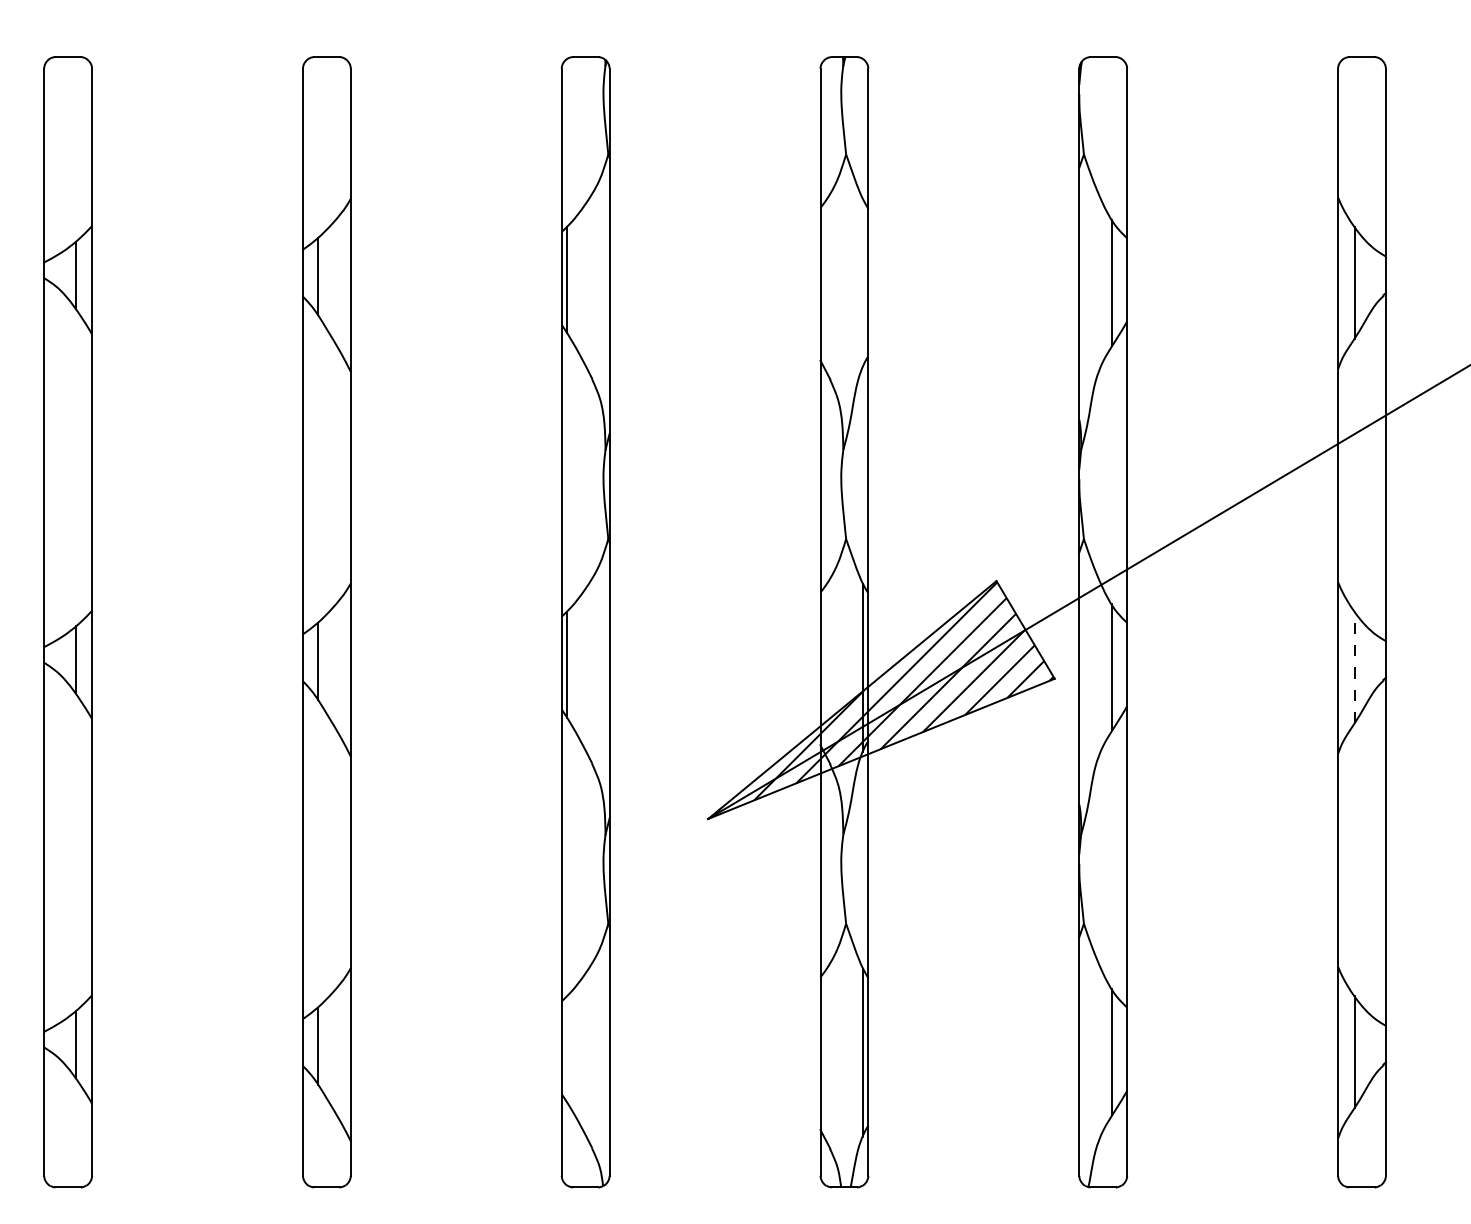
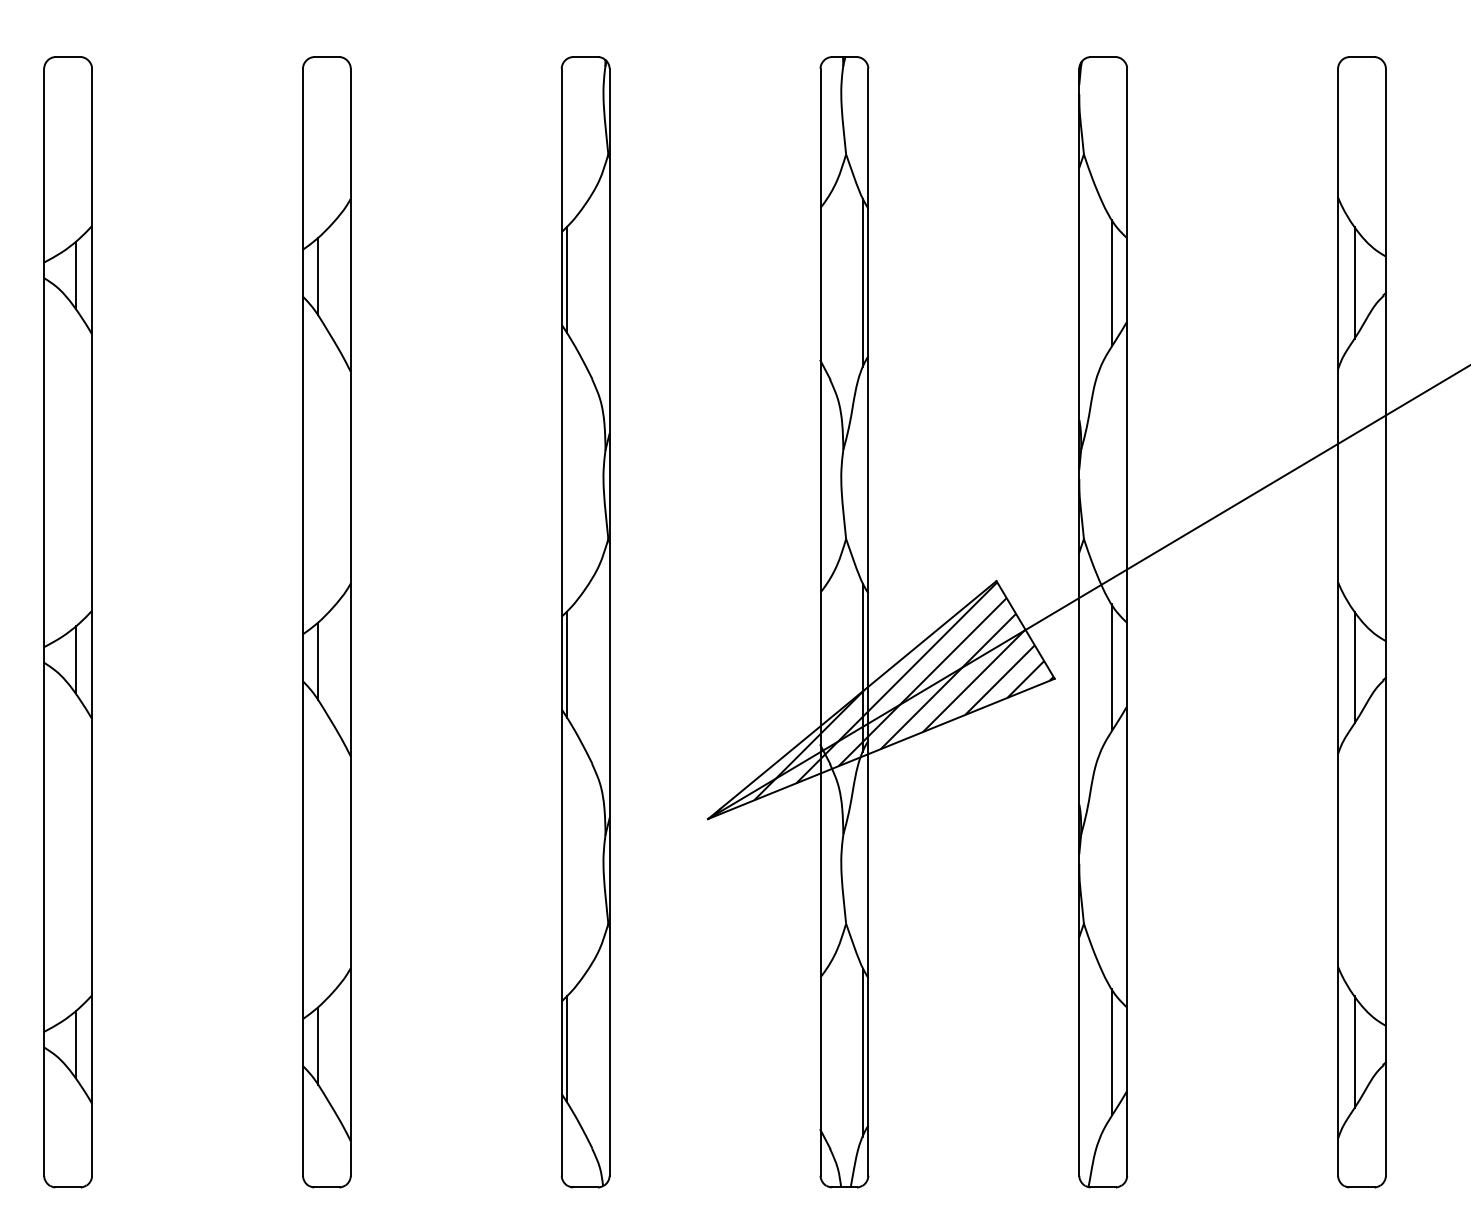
line at (863, 283): none -> present
line at (1354, 667): dashed -> solid
line at (566, 1049): none -> present
